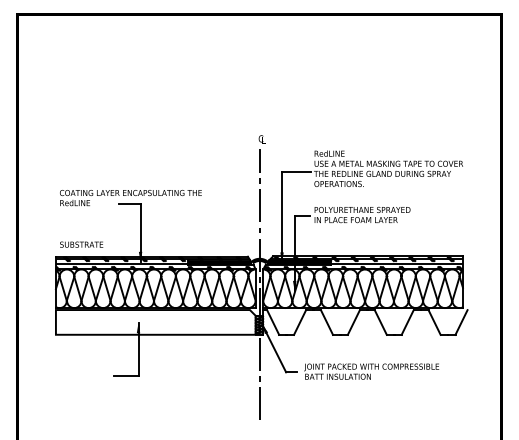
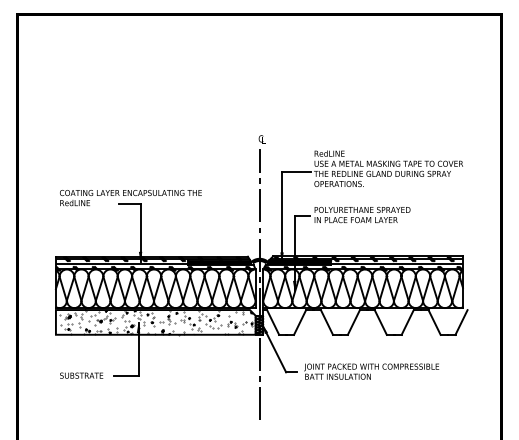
text at (81, 244) position: (81, 244) -> (81, 375)
hatch at (156, 322): none -> present
